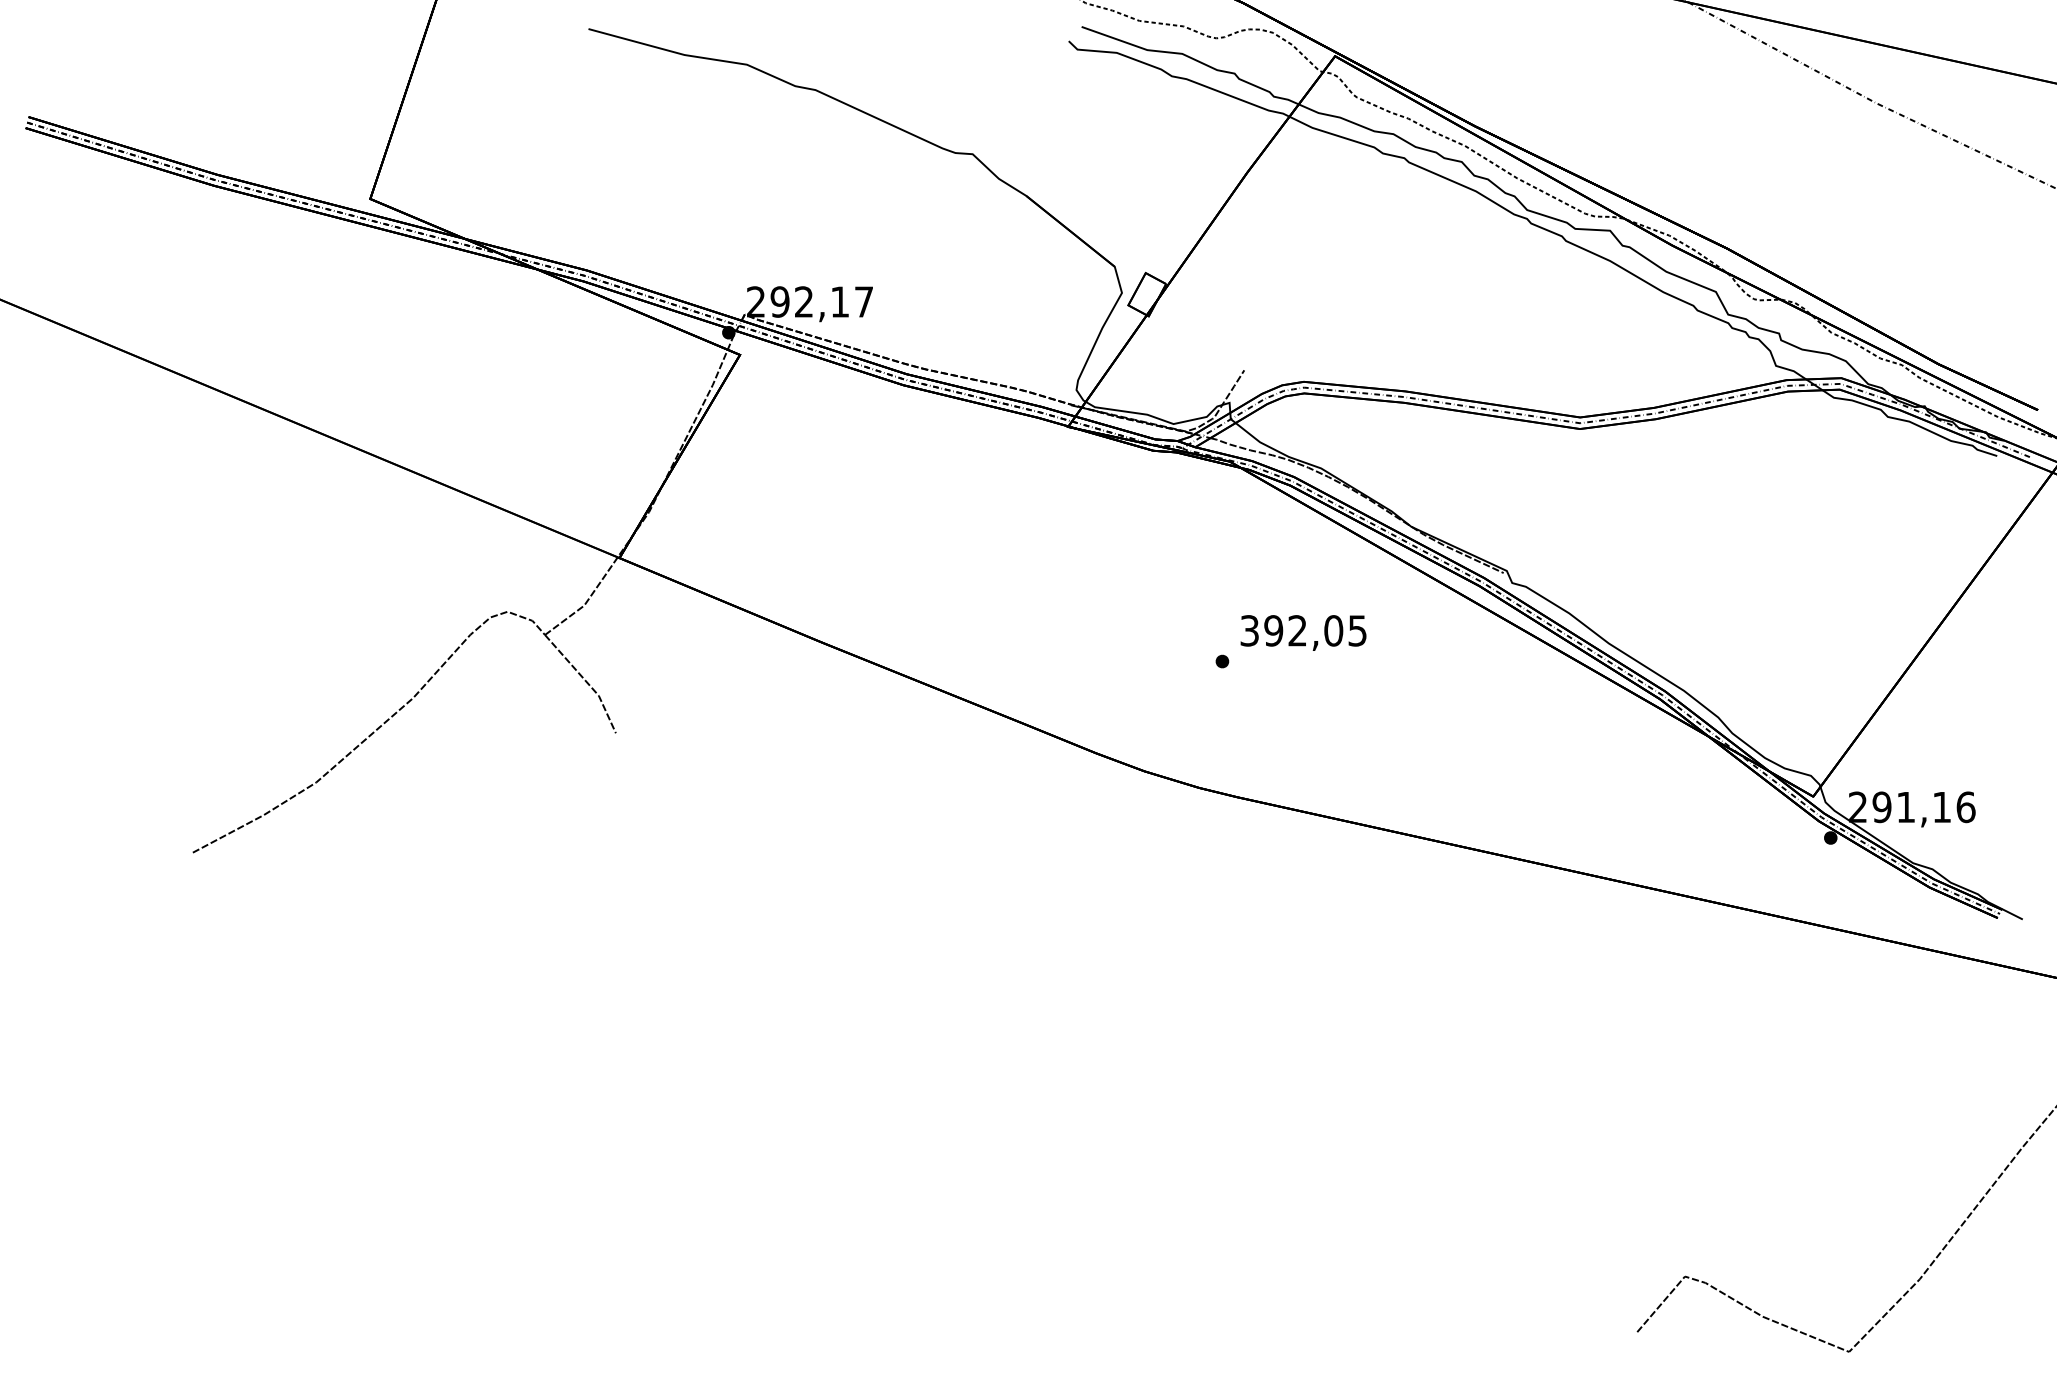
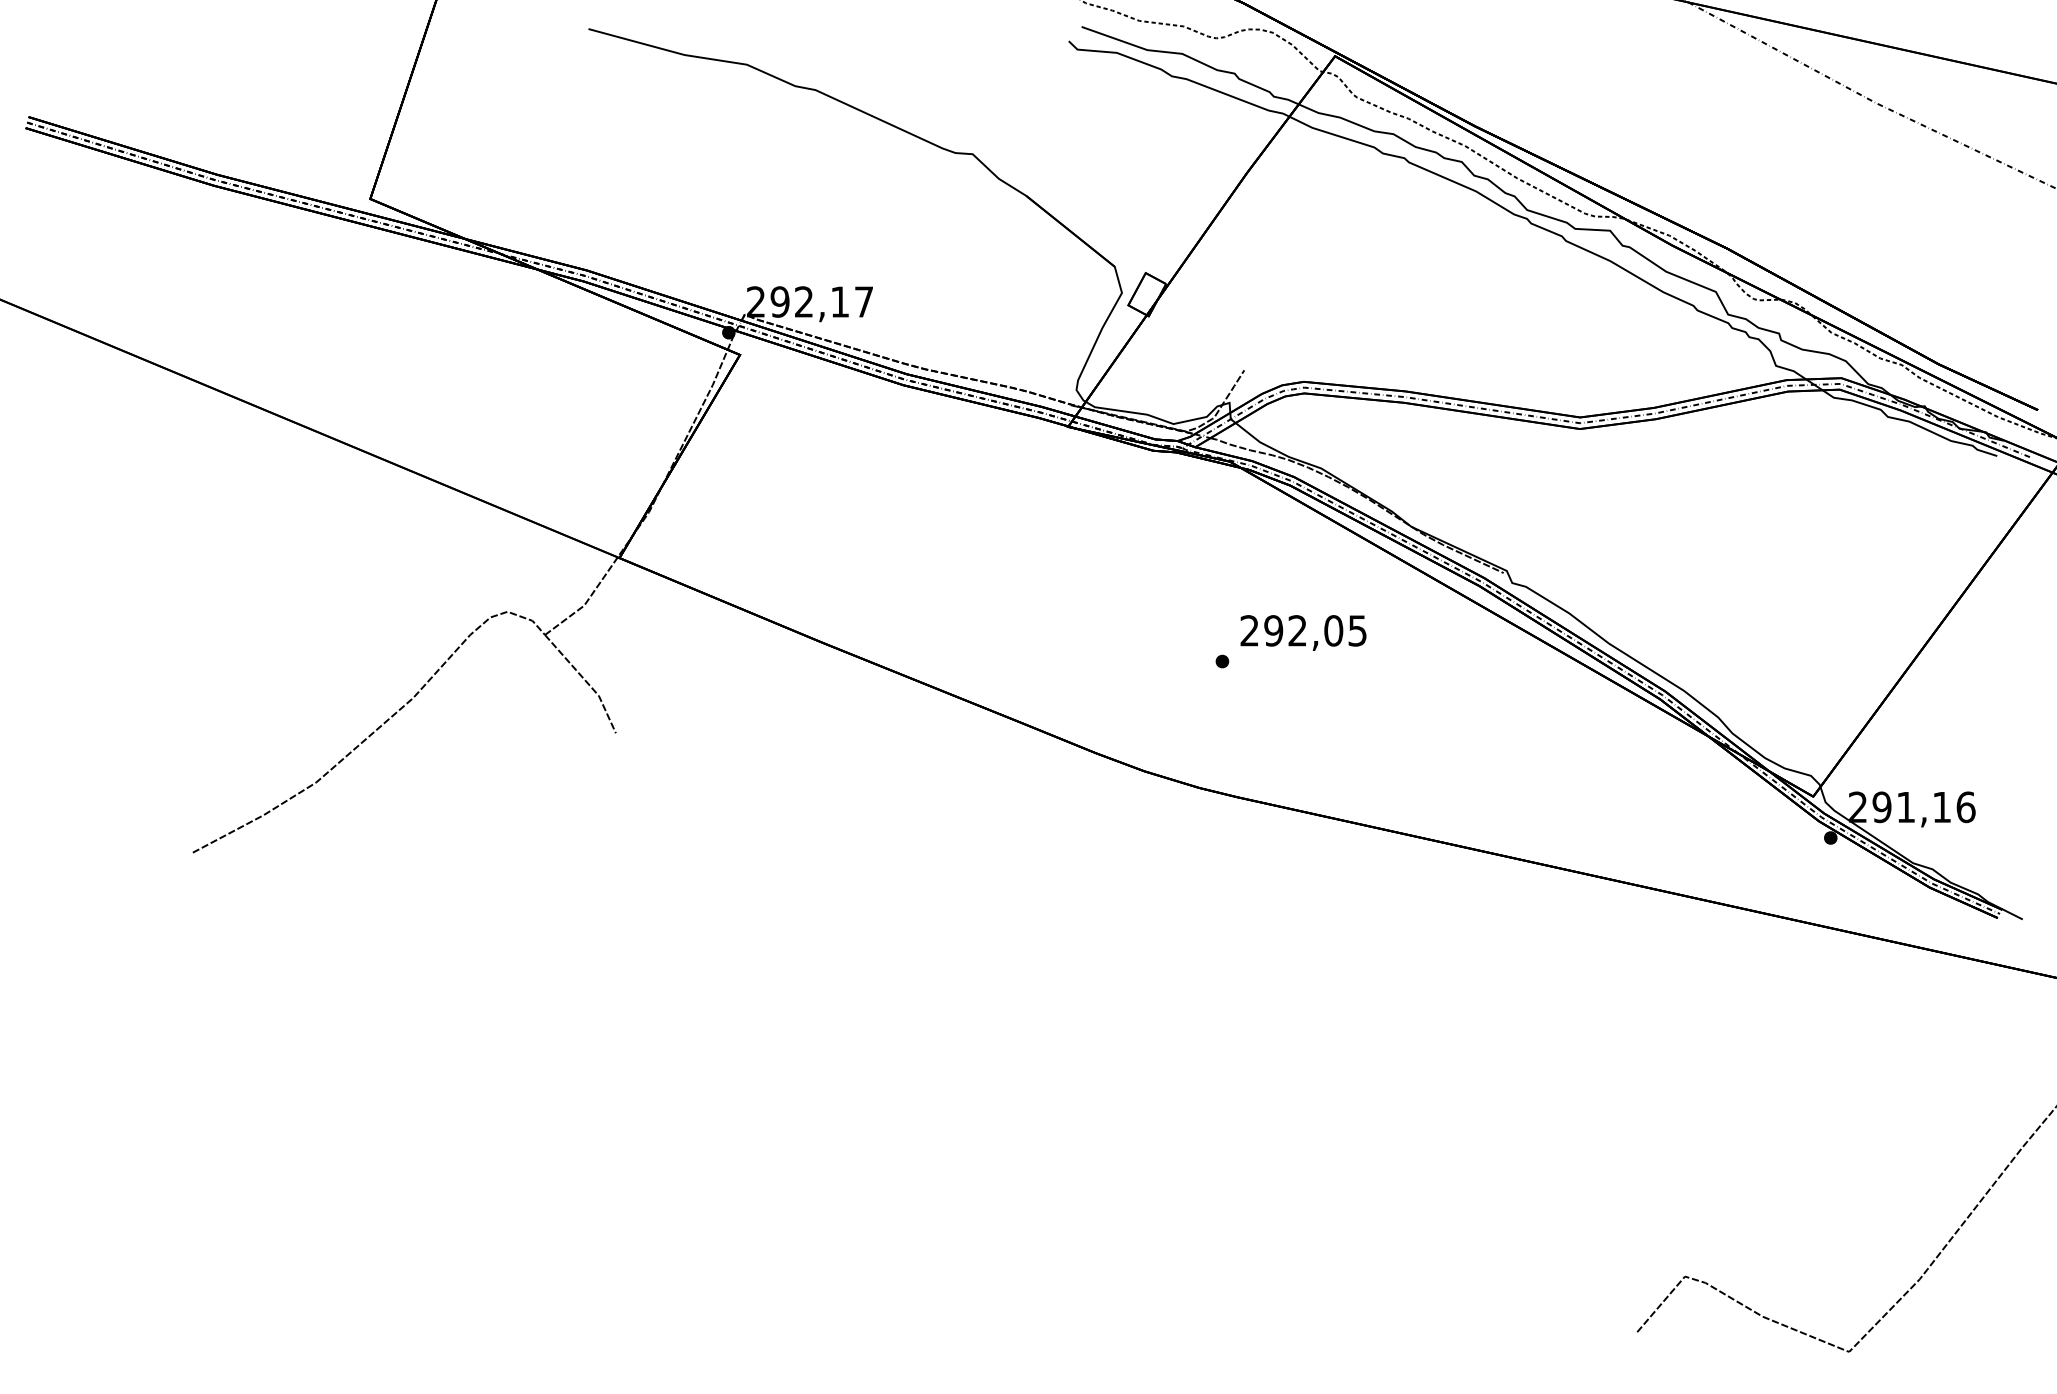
text at (1249, 630): 392,05 -> 292,05
